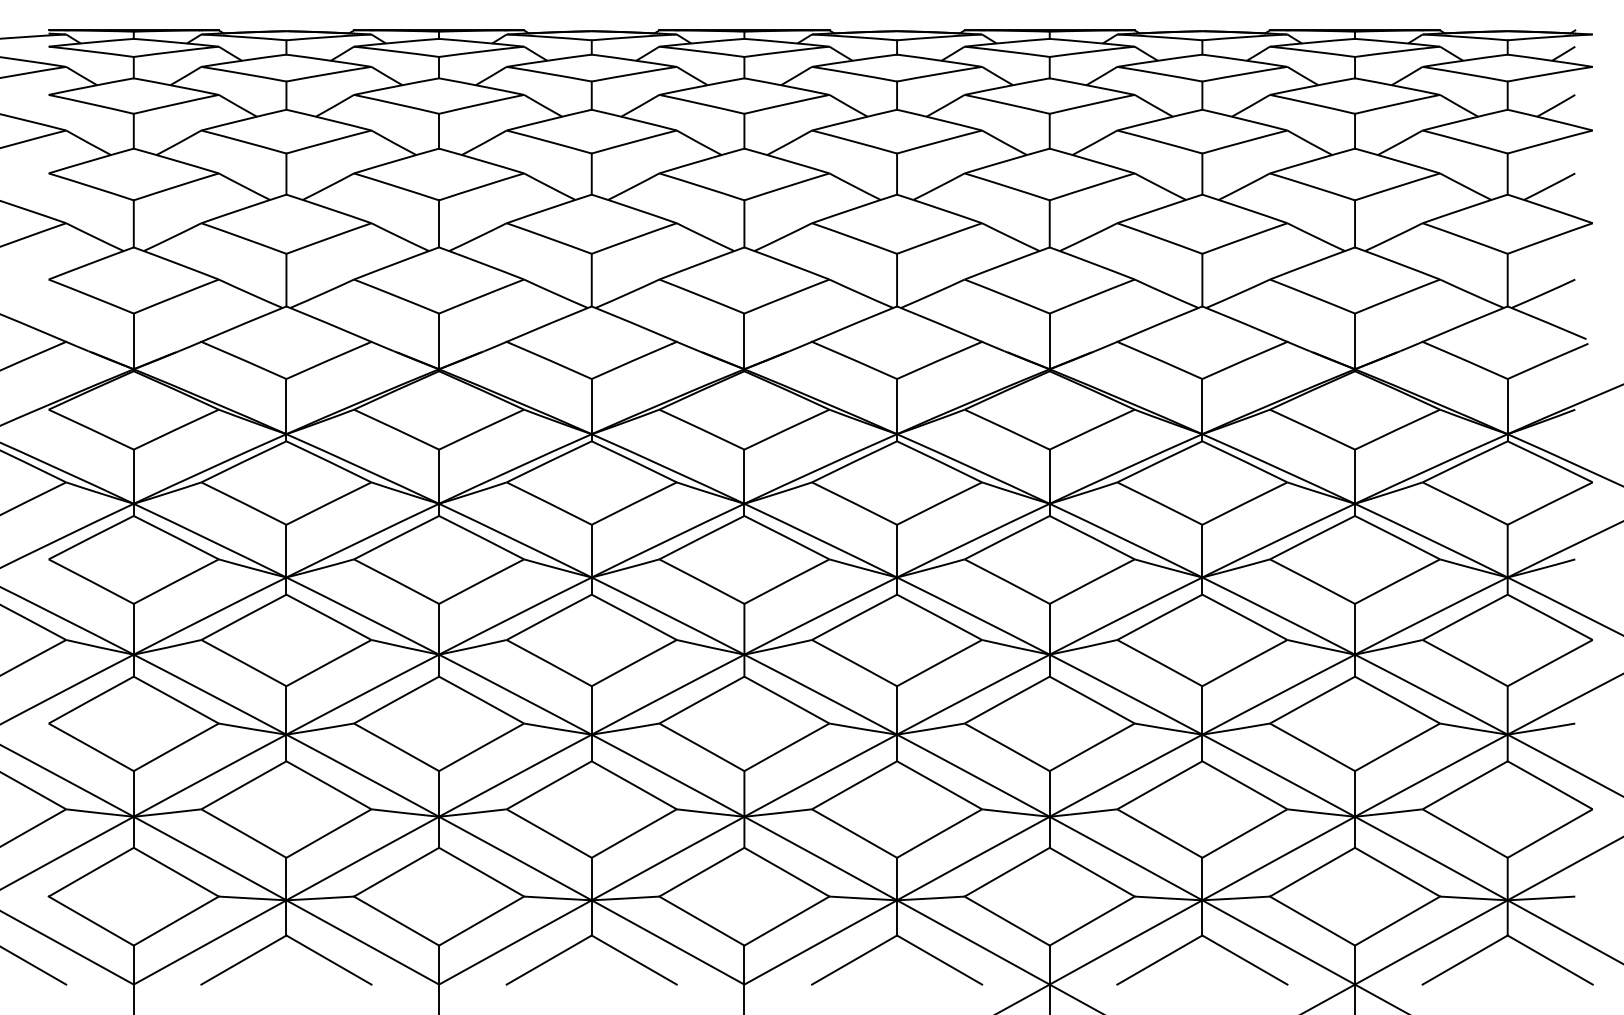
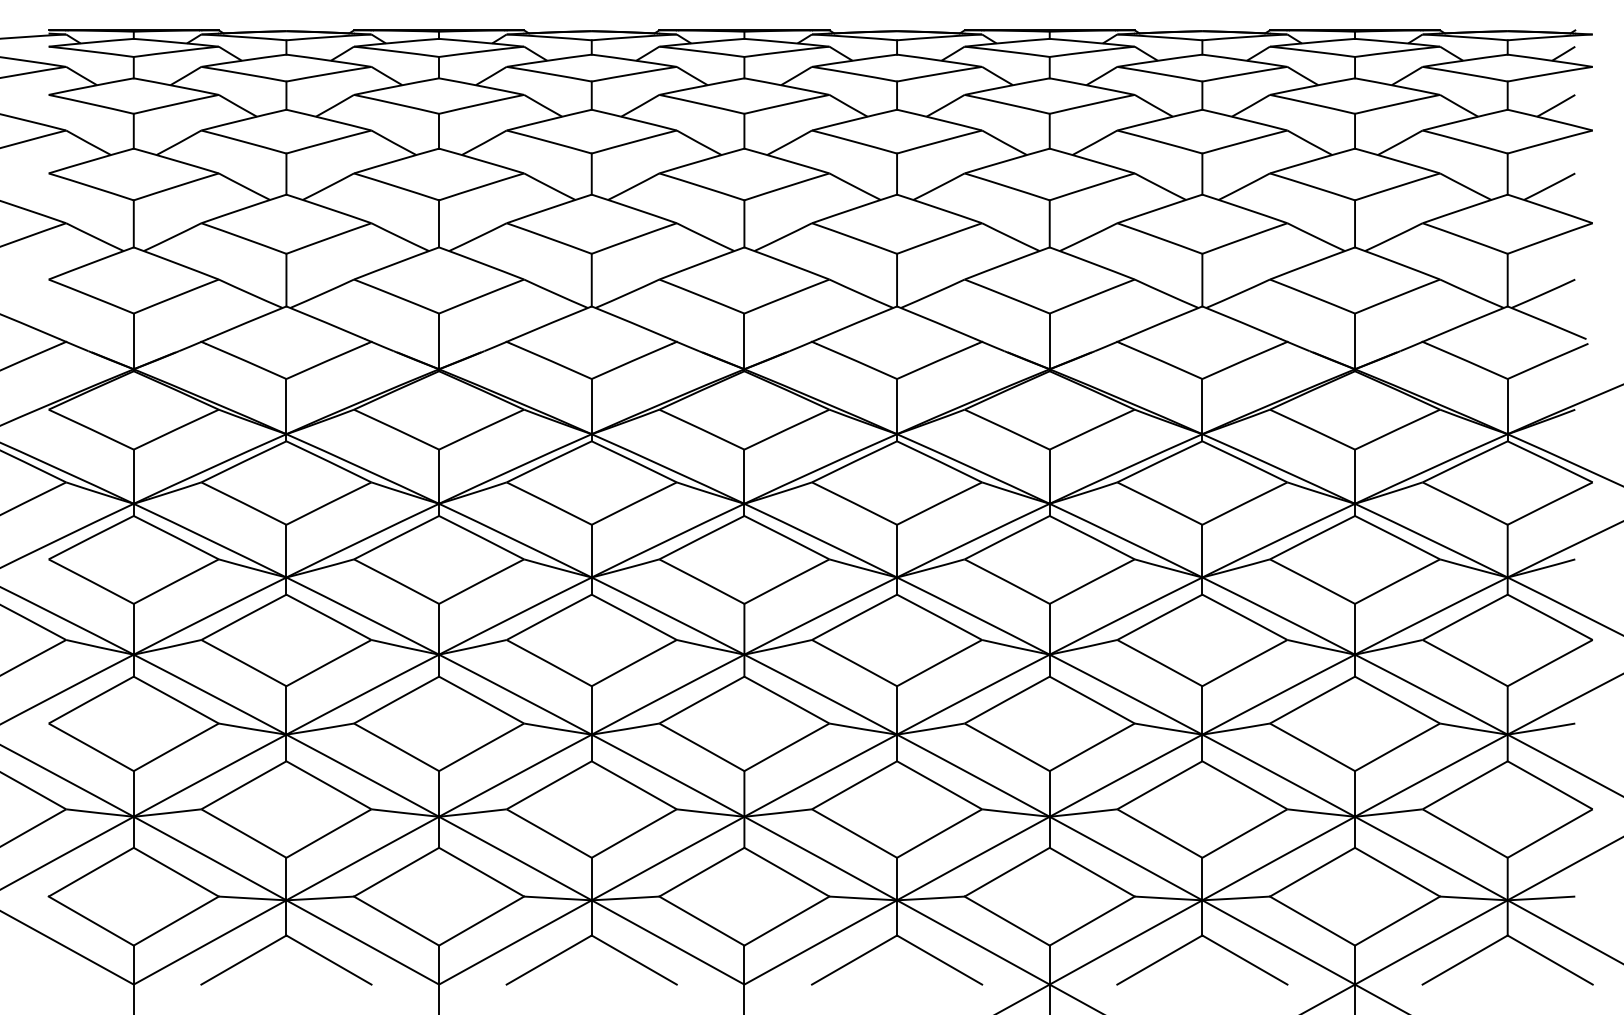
line at (34, 966): present -> none
